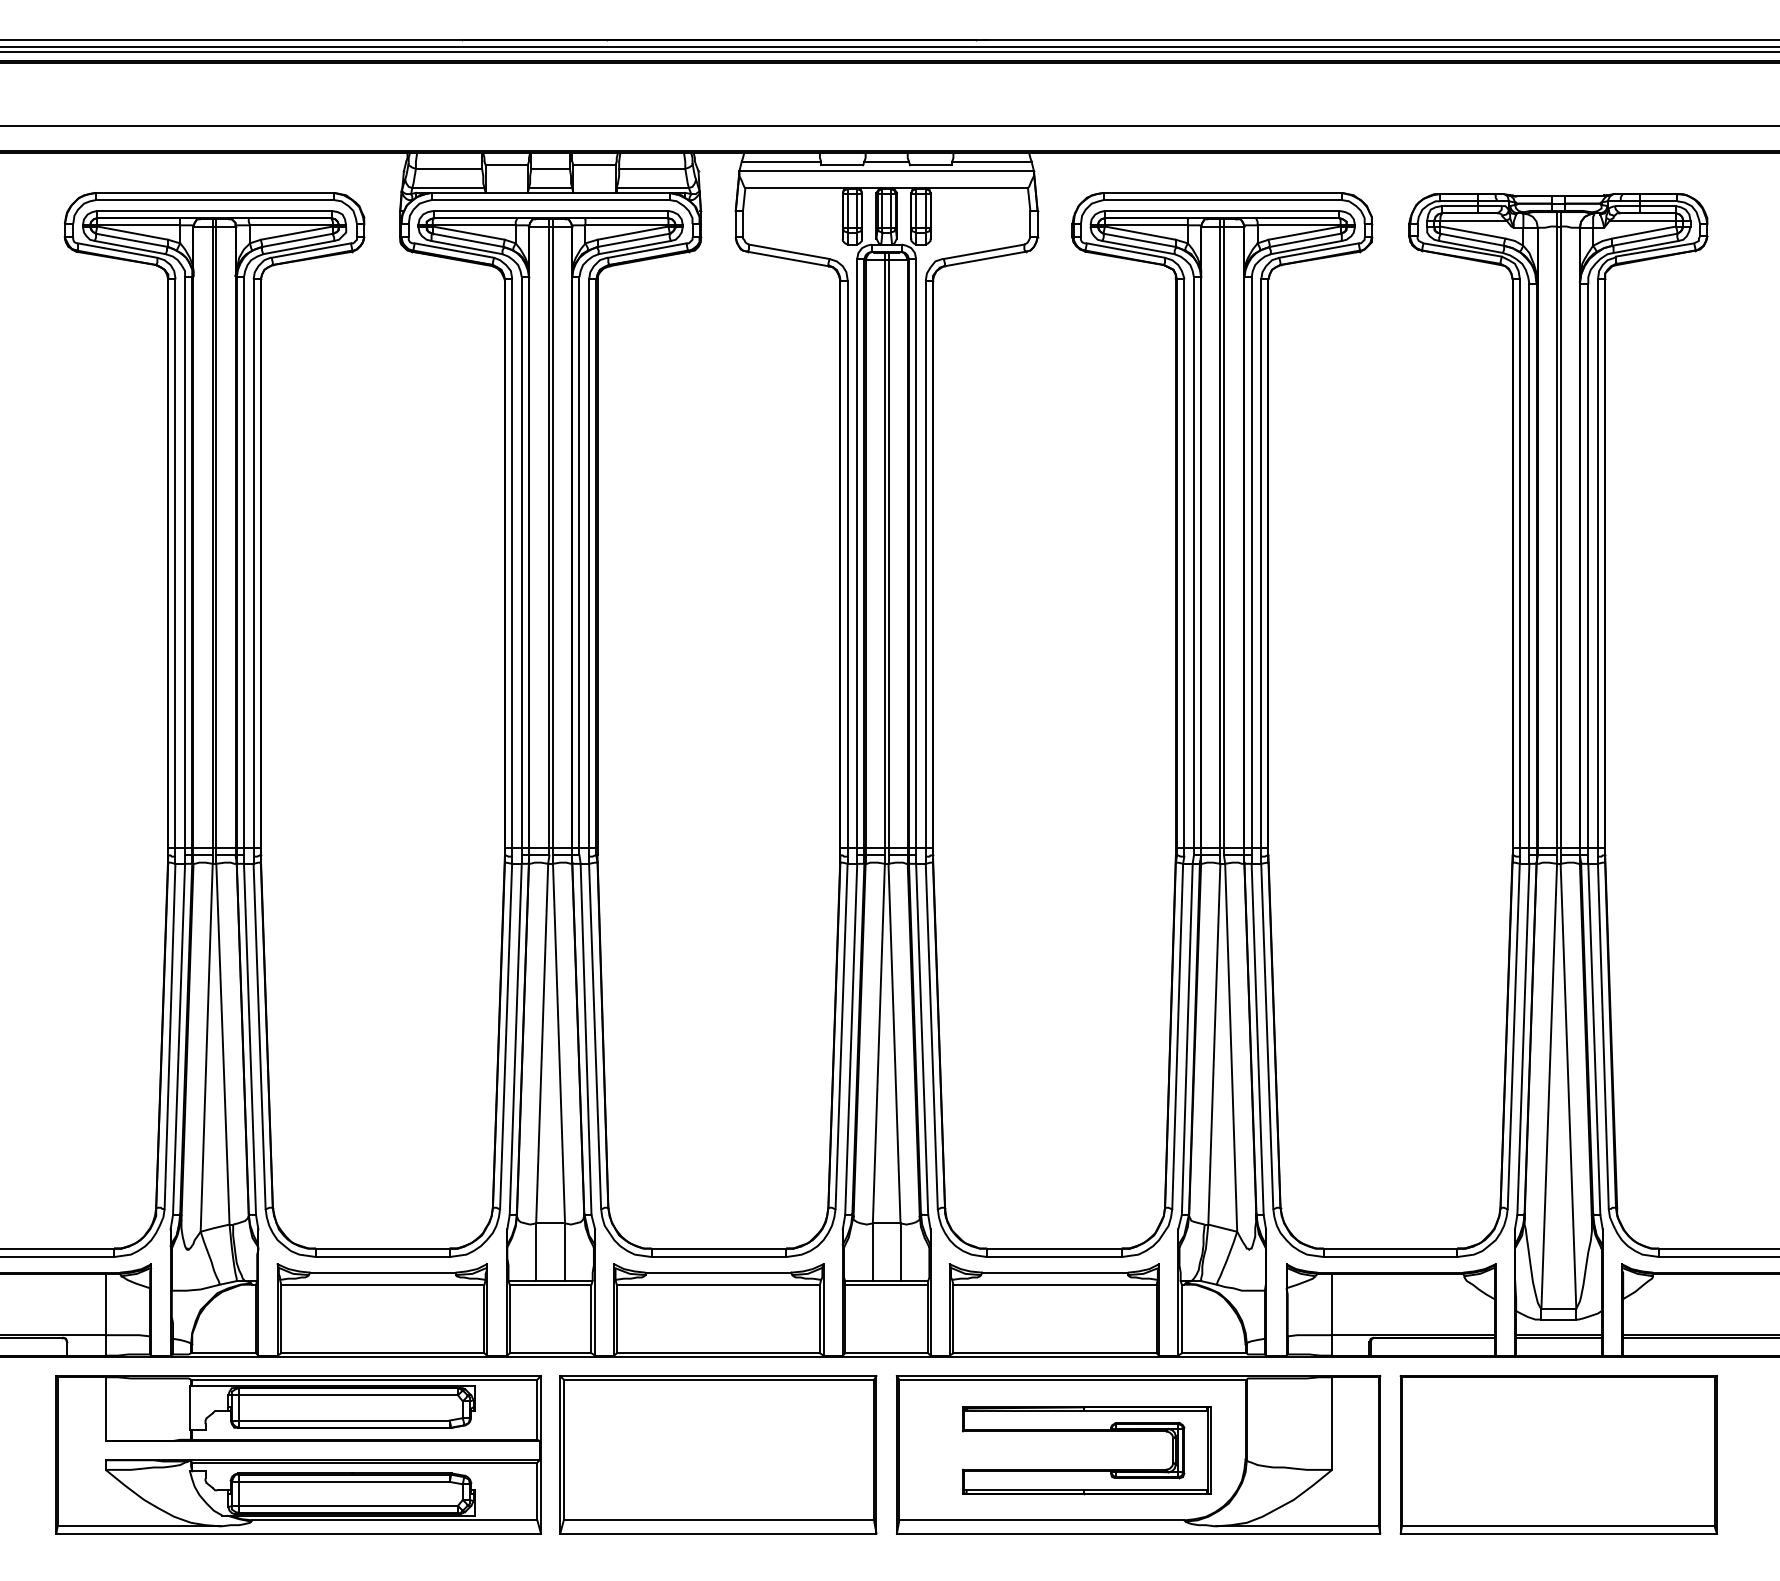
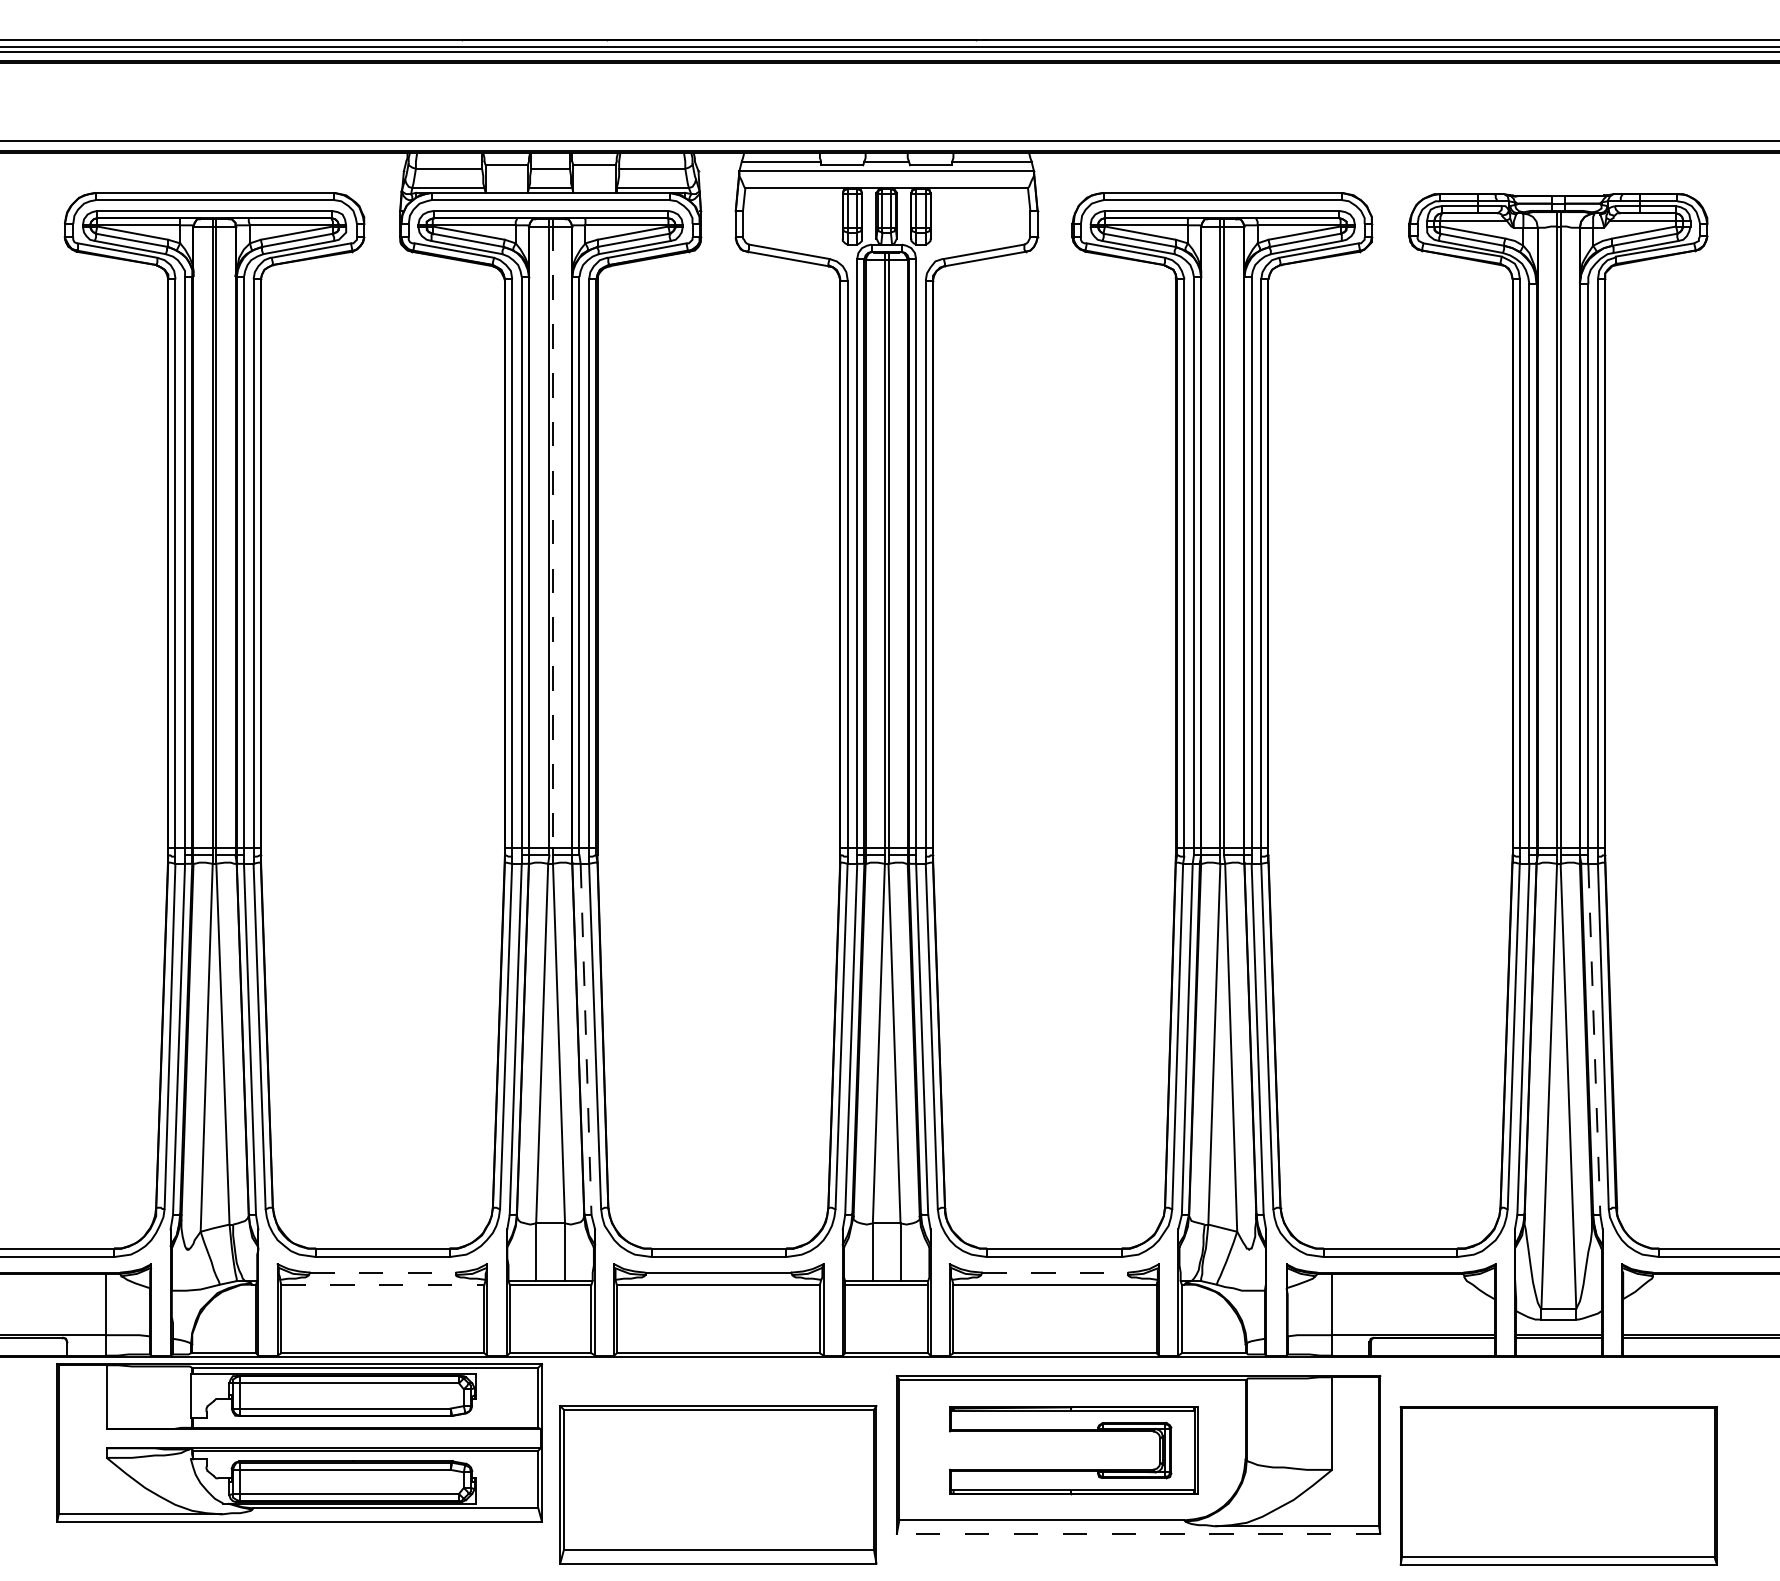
line at (889, 125) position: (889, 125) -> (889, 140)
line at (553, 537): solid -> dashed
line at (586, 1039): solid -> dashed
line at (1594, 1039): solid -> dashed
line at (382, 1272): solid -> dashed
line at (1055, 1272): solid -> dashed
line at (382, 1284): solid -> dashed
part at (1086, 1431) position: (1086, 1431) -> (1073, 1431)
part at (298, 1454) position: (298, 1454) -> (299, 1442)
part at (718, 1454) position: (718, 1454) -> (718, 1484)
part at (1558, 1454) position: (1558, 1454) -> (1558, 1485)
line at (1138, 1533): solid -> dashed
